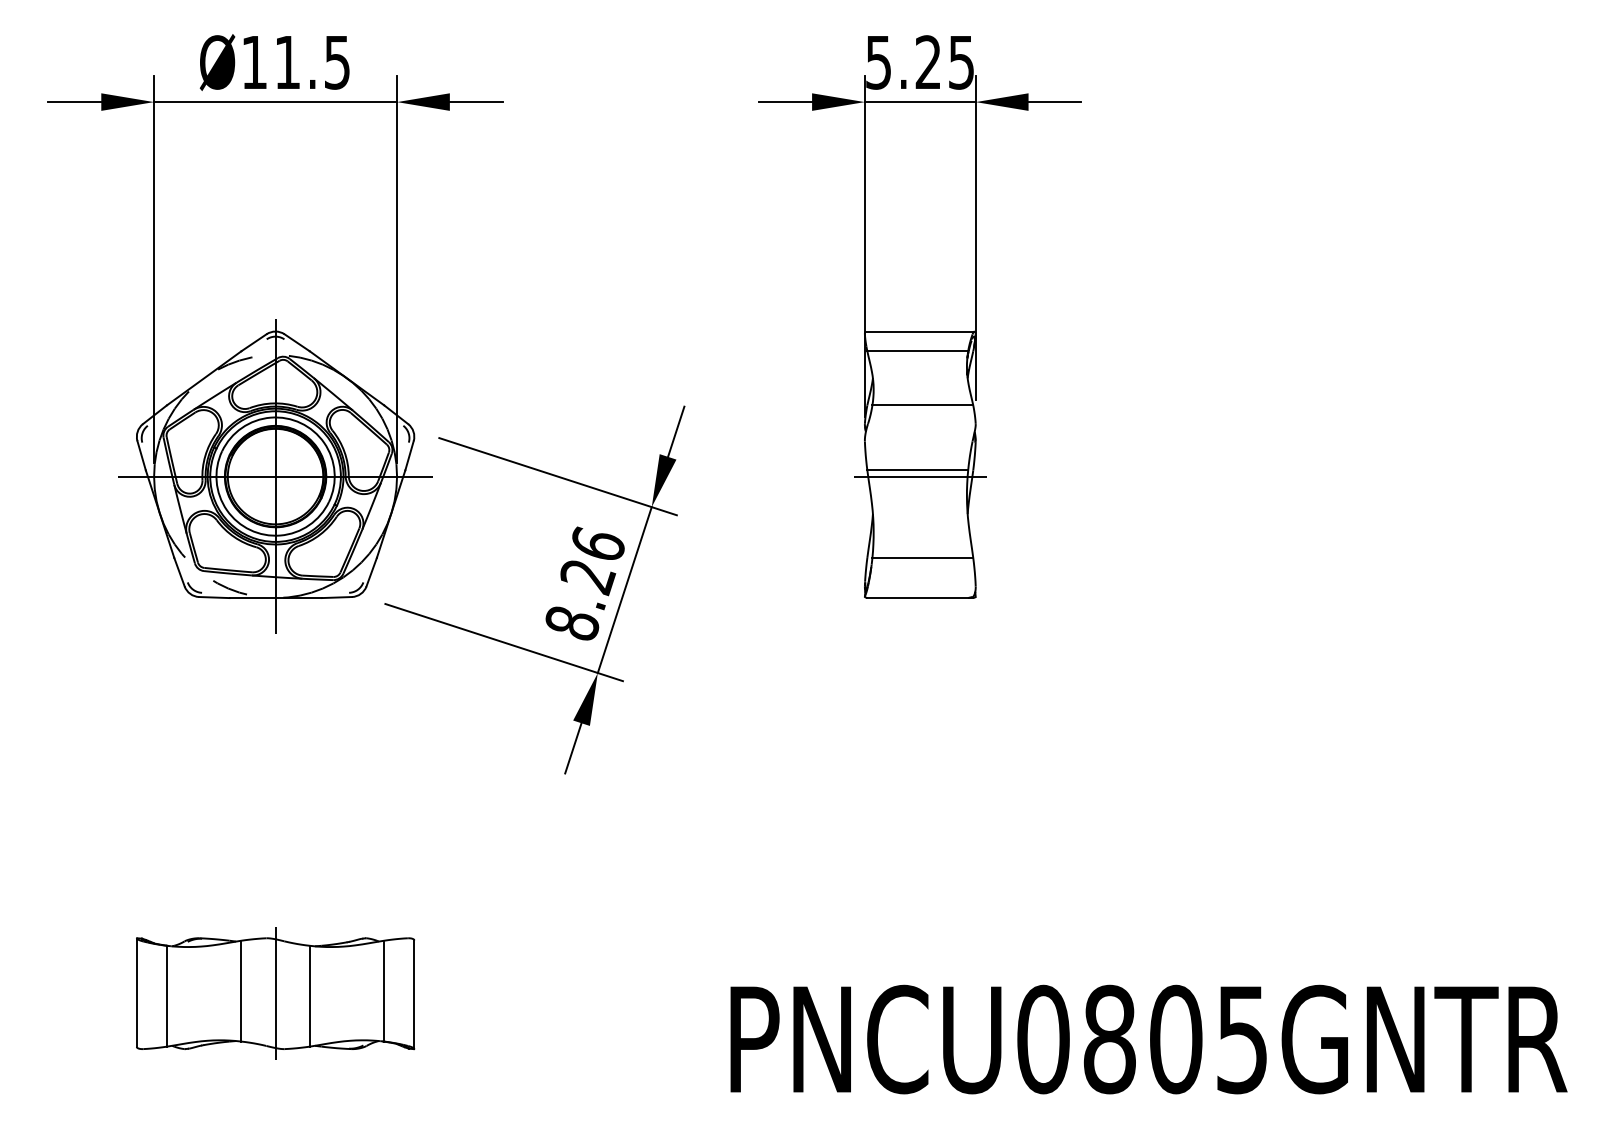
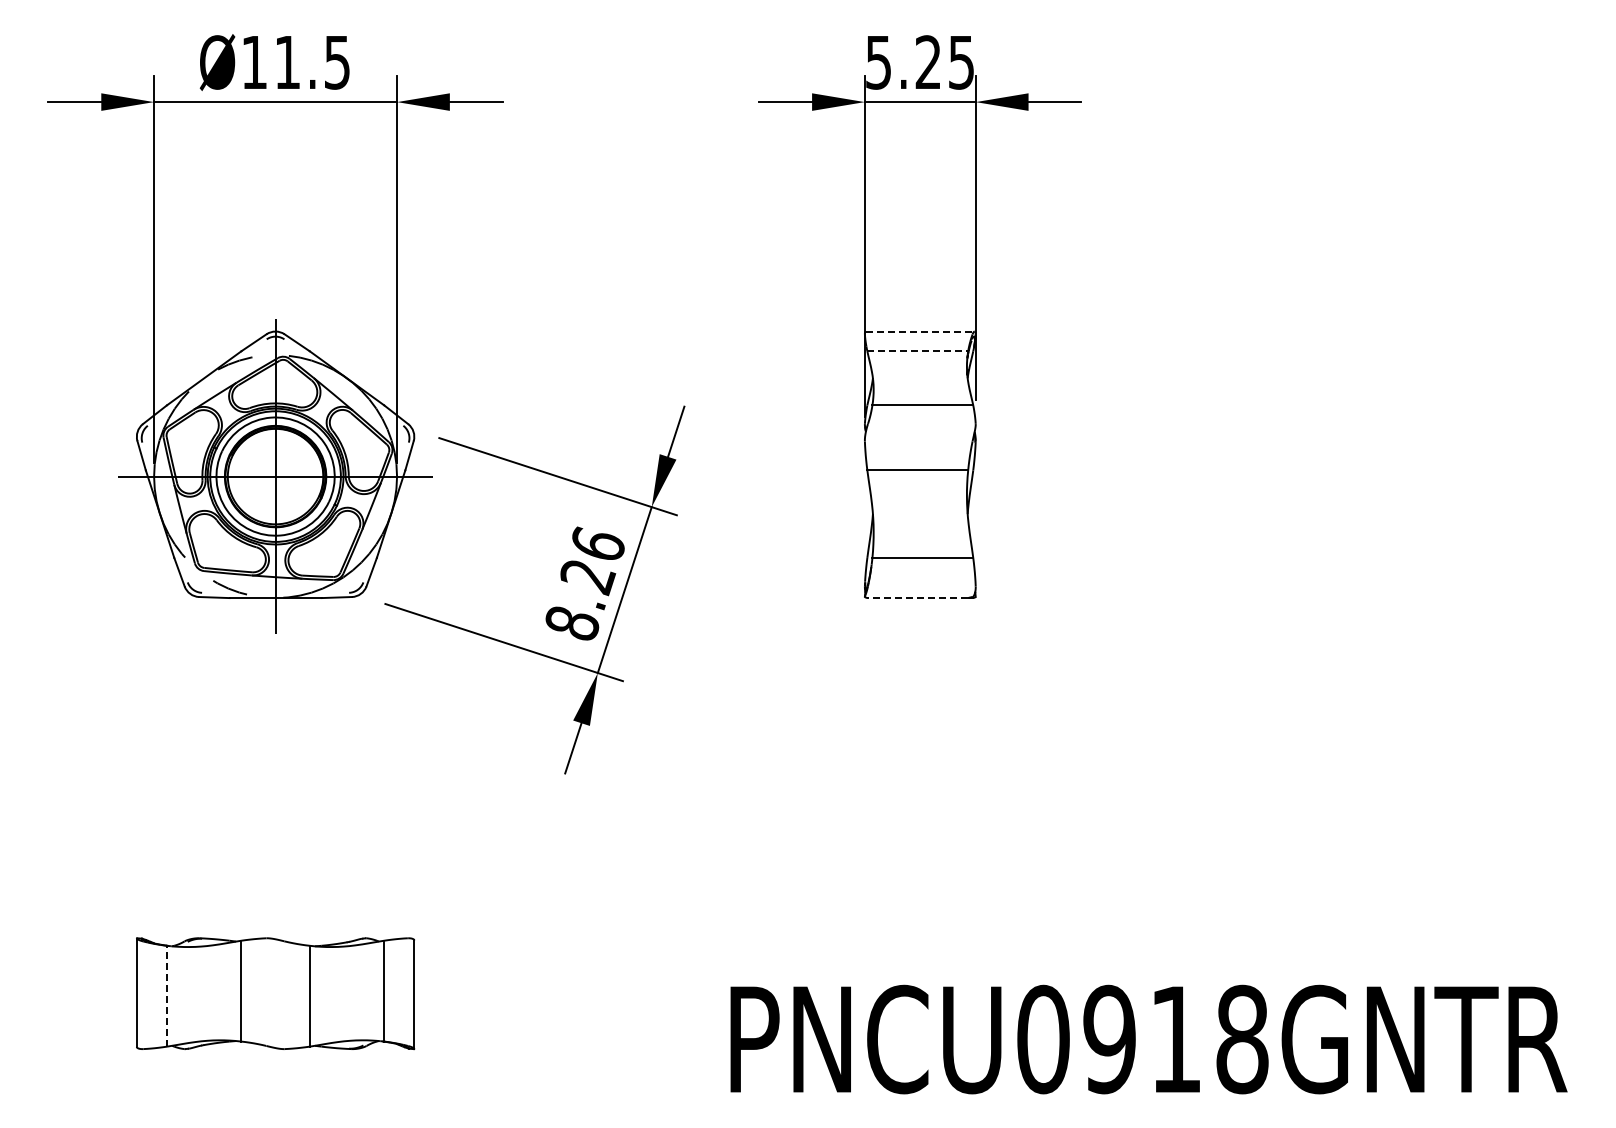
line at (920, 331): solid -> dashed
line at (918, 351): solid -> dashed
line at (919, 476): present -> none
line at (917, 598): solid -> dashed
line at (275, 993): present -> none
line at (166, 995): solid -> dashed
text at (1175, 1039): PNCU0805GNTR -> PNCU0918GNTR
